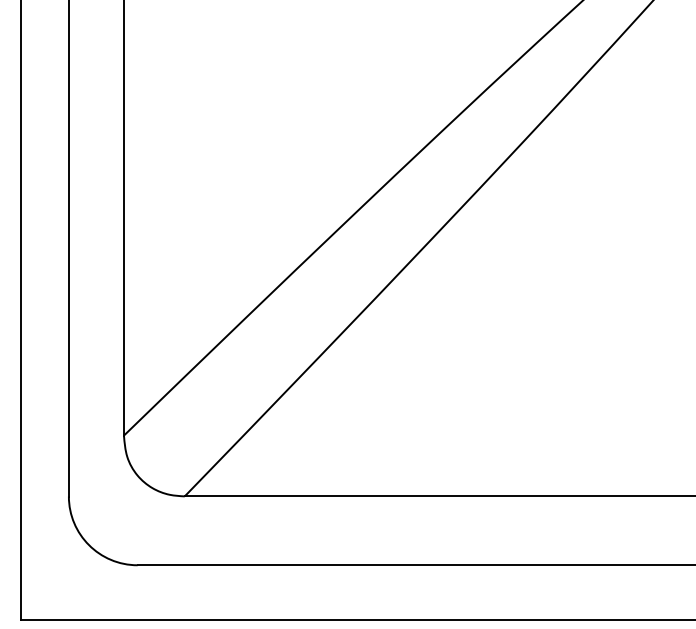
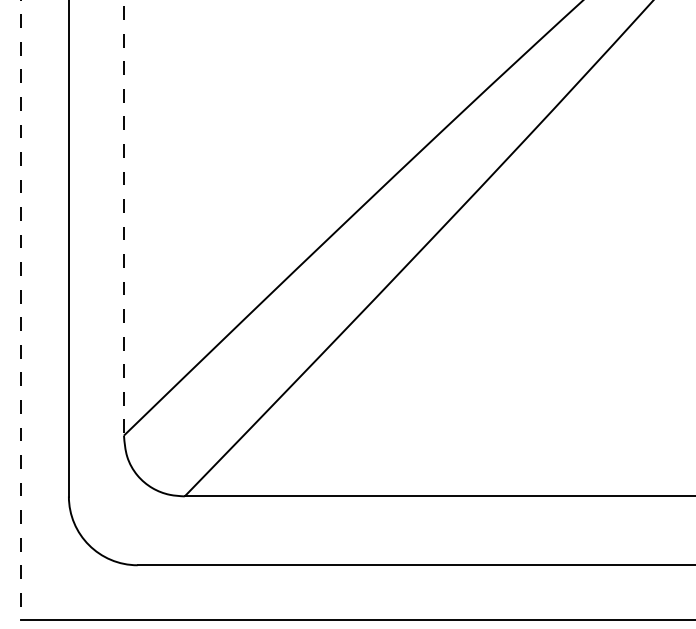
line at (123, 218): solid -> dashed
line at (20, 310): solid -> dashed
